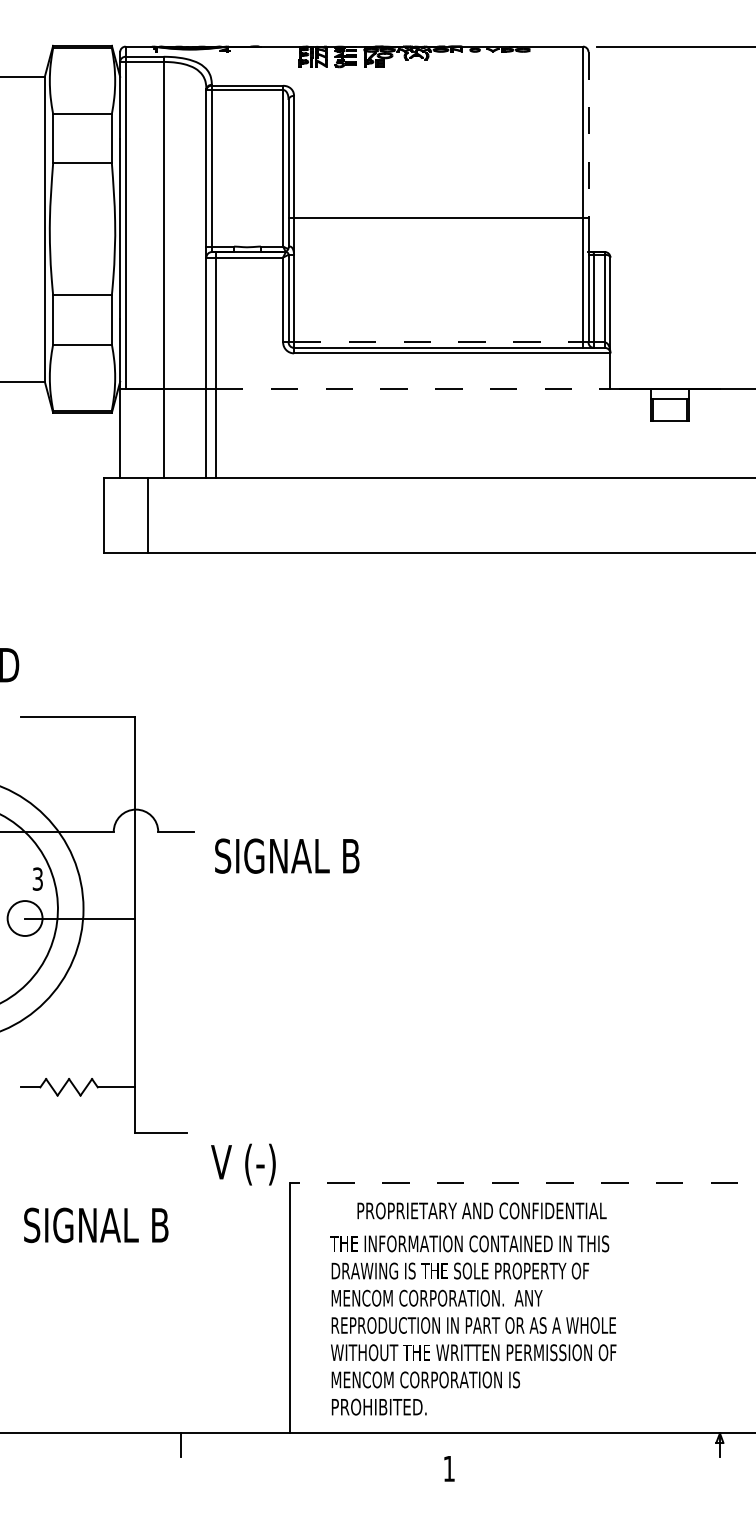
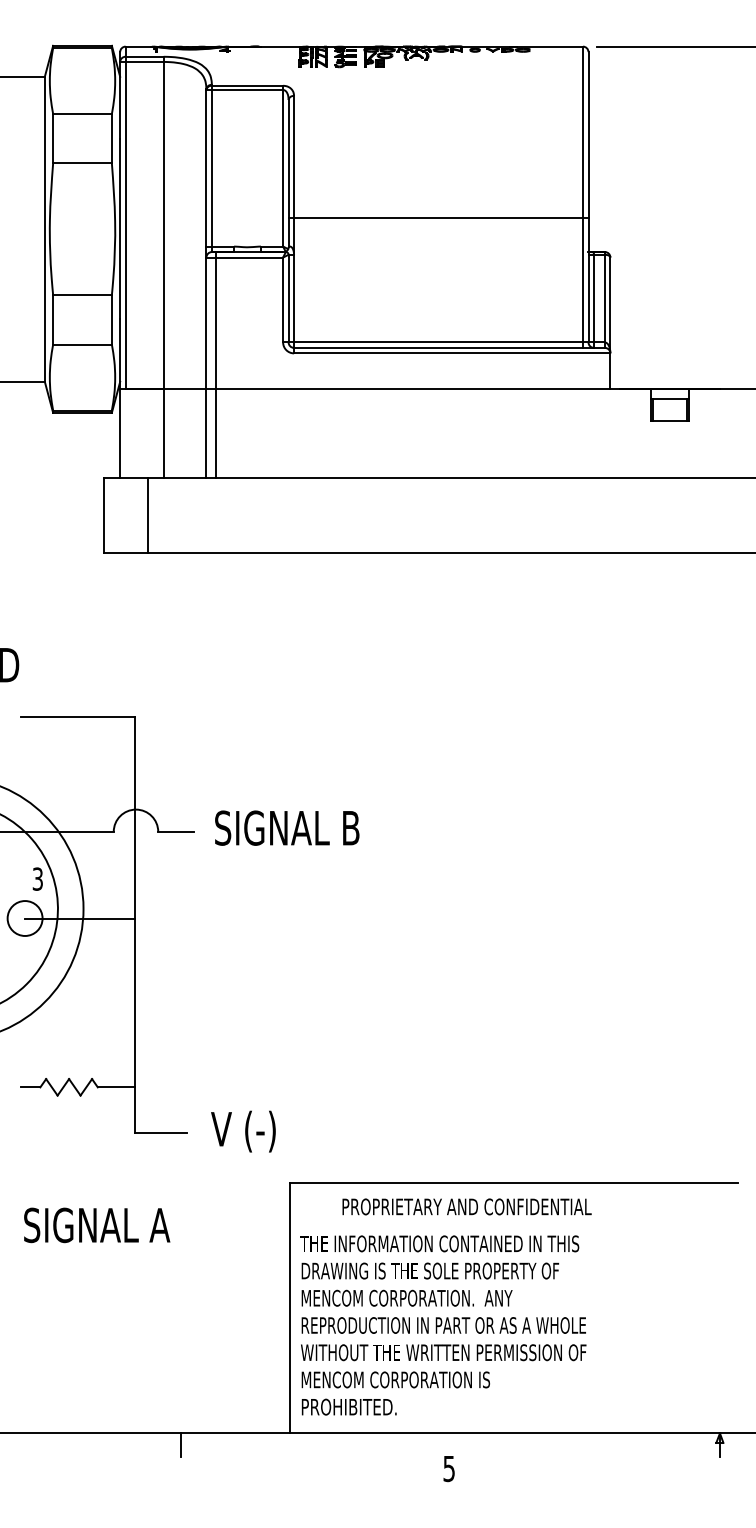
line at (588, 134): dashed -> solid
line at (439, 342): dashed -> solid
line at (413, 389): dashed -> solid
text at (287, 855) position: (287, 855) -> (287, 827)
text at (243, 1164) position: (243, 1164) -> (243, 1131)
line at (513, 1182): dashed -> solid
text at (481, 1210) position: (481, 1210) -> (466, 1206)
text at (159, 1225): SIGNAL B -> SIGNAL A
text at (473, 1325) position: (473, 1325) -> (443, 1325)
text at (448, 1469): 1 -> 5
